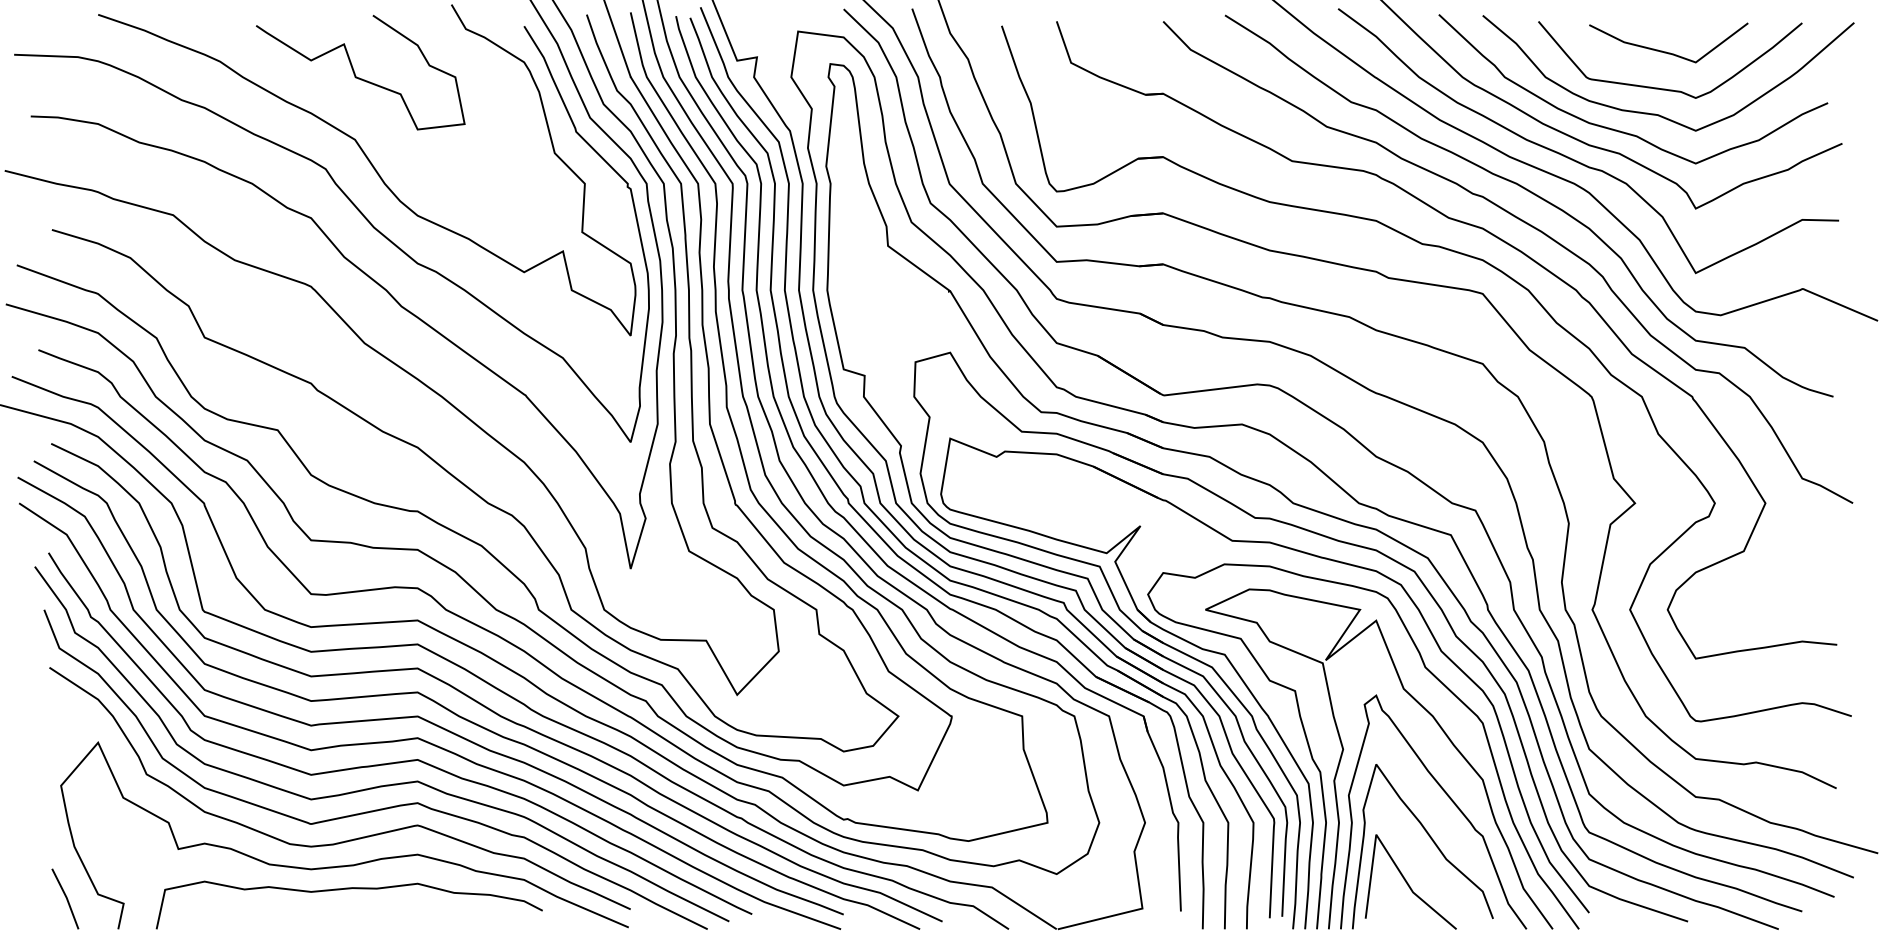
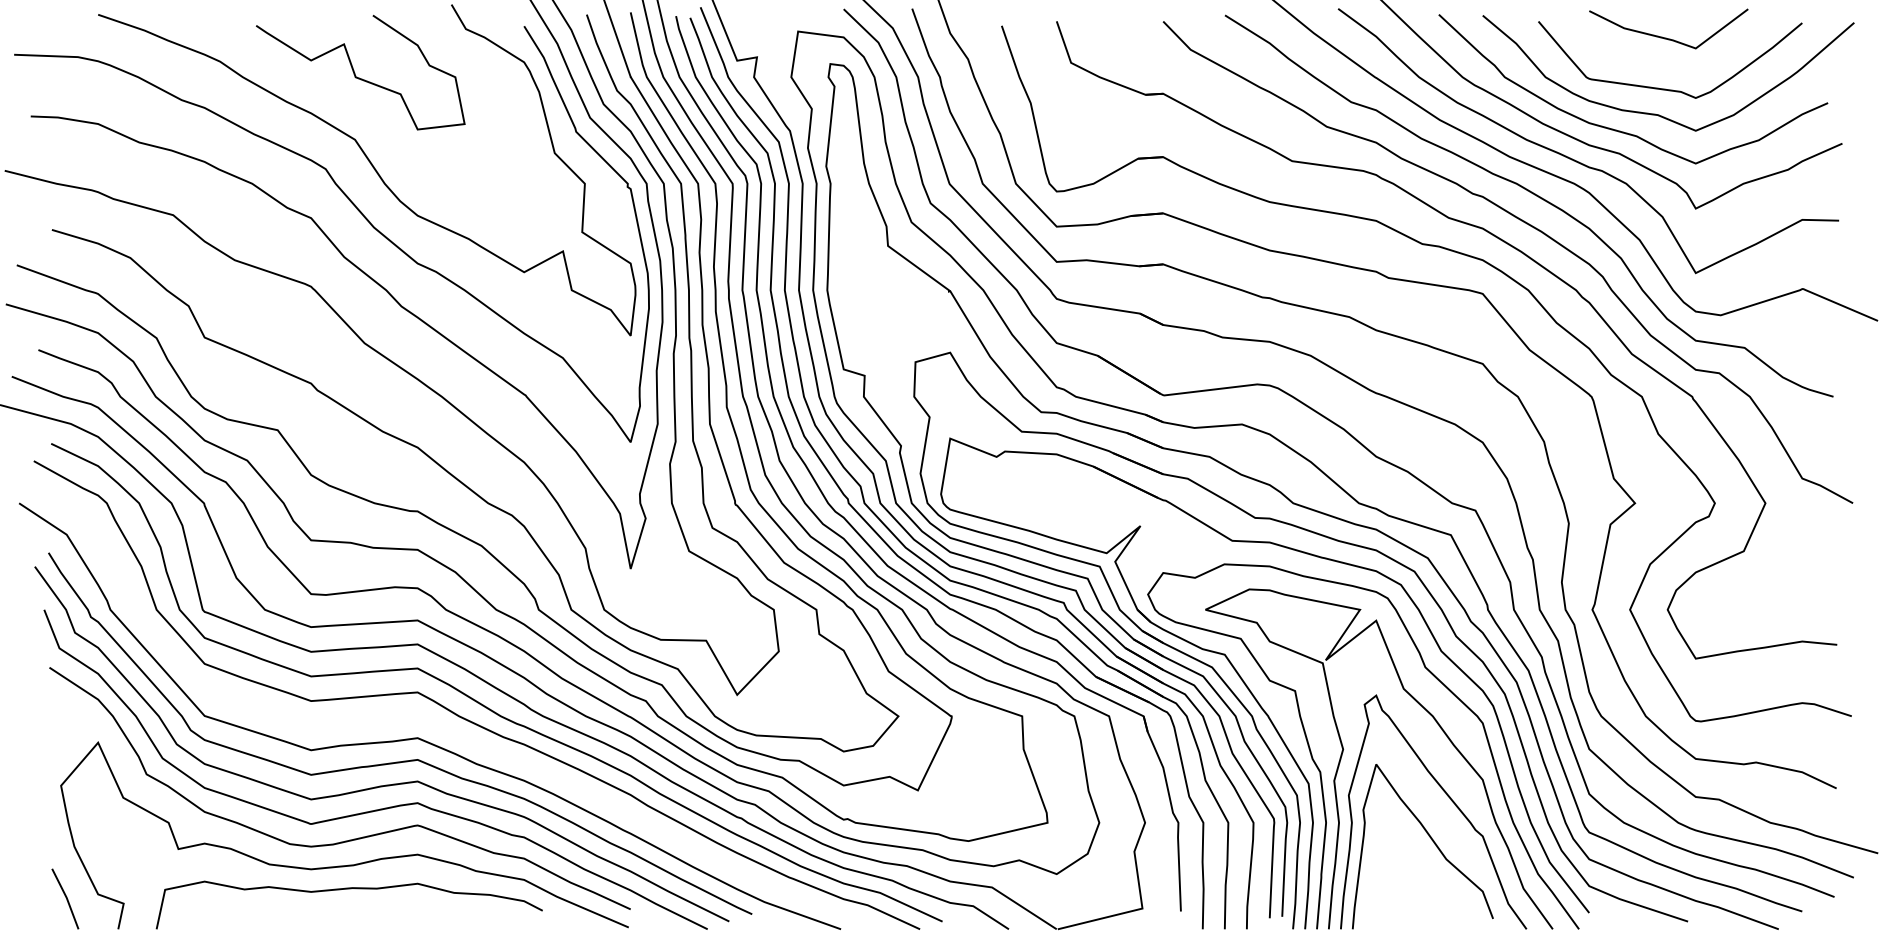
line at (1666, 51) position: (1666, 51) -> (1666, 37)
curve at (420, 716): present -> none
line at (1408, 883): present -> none
